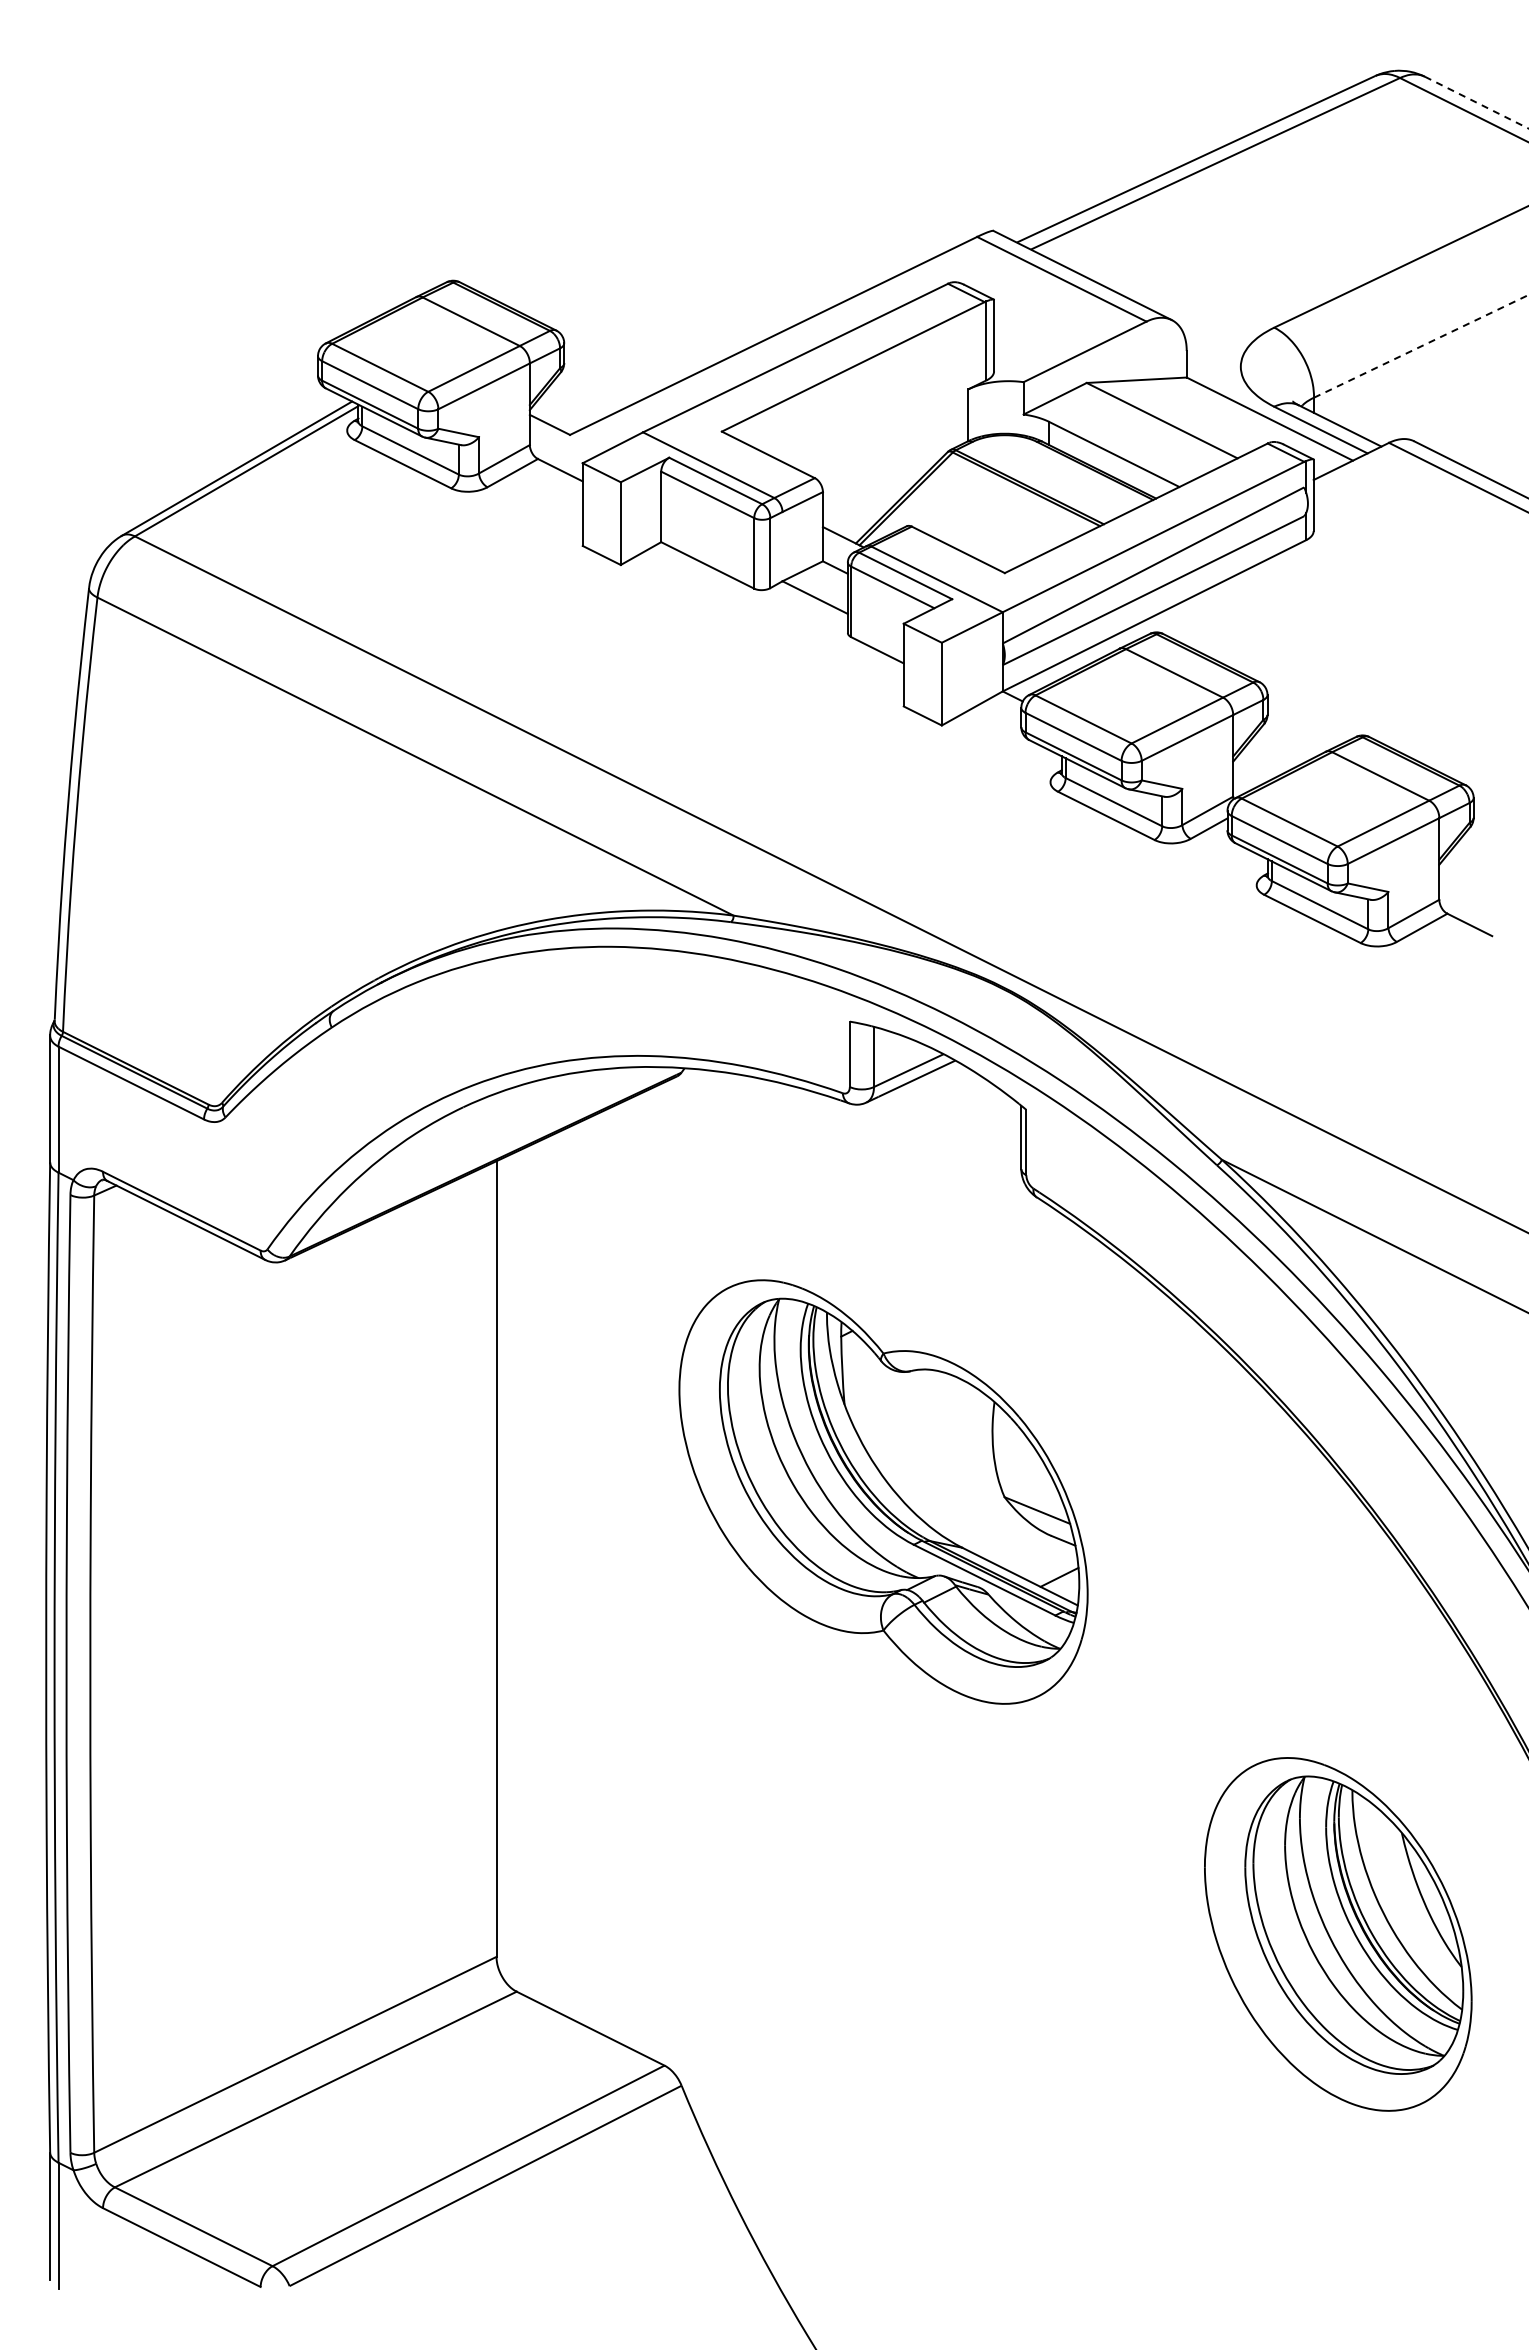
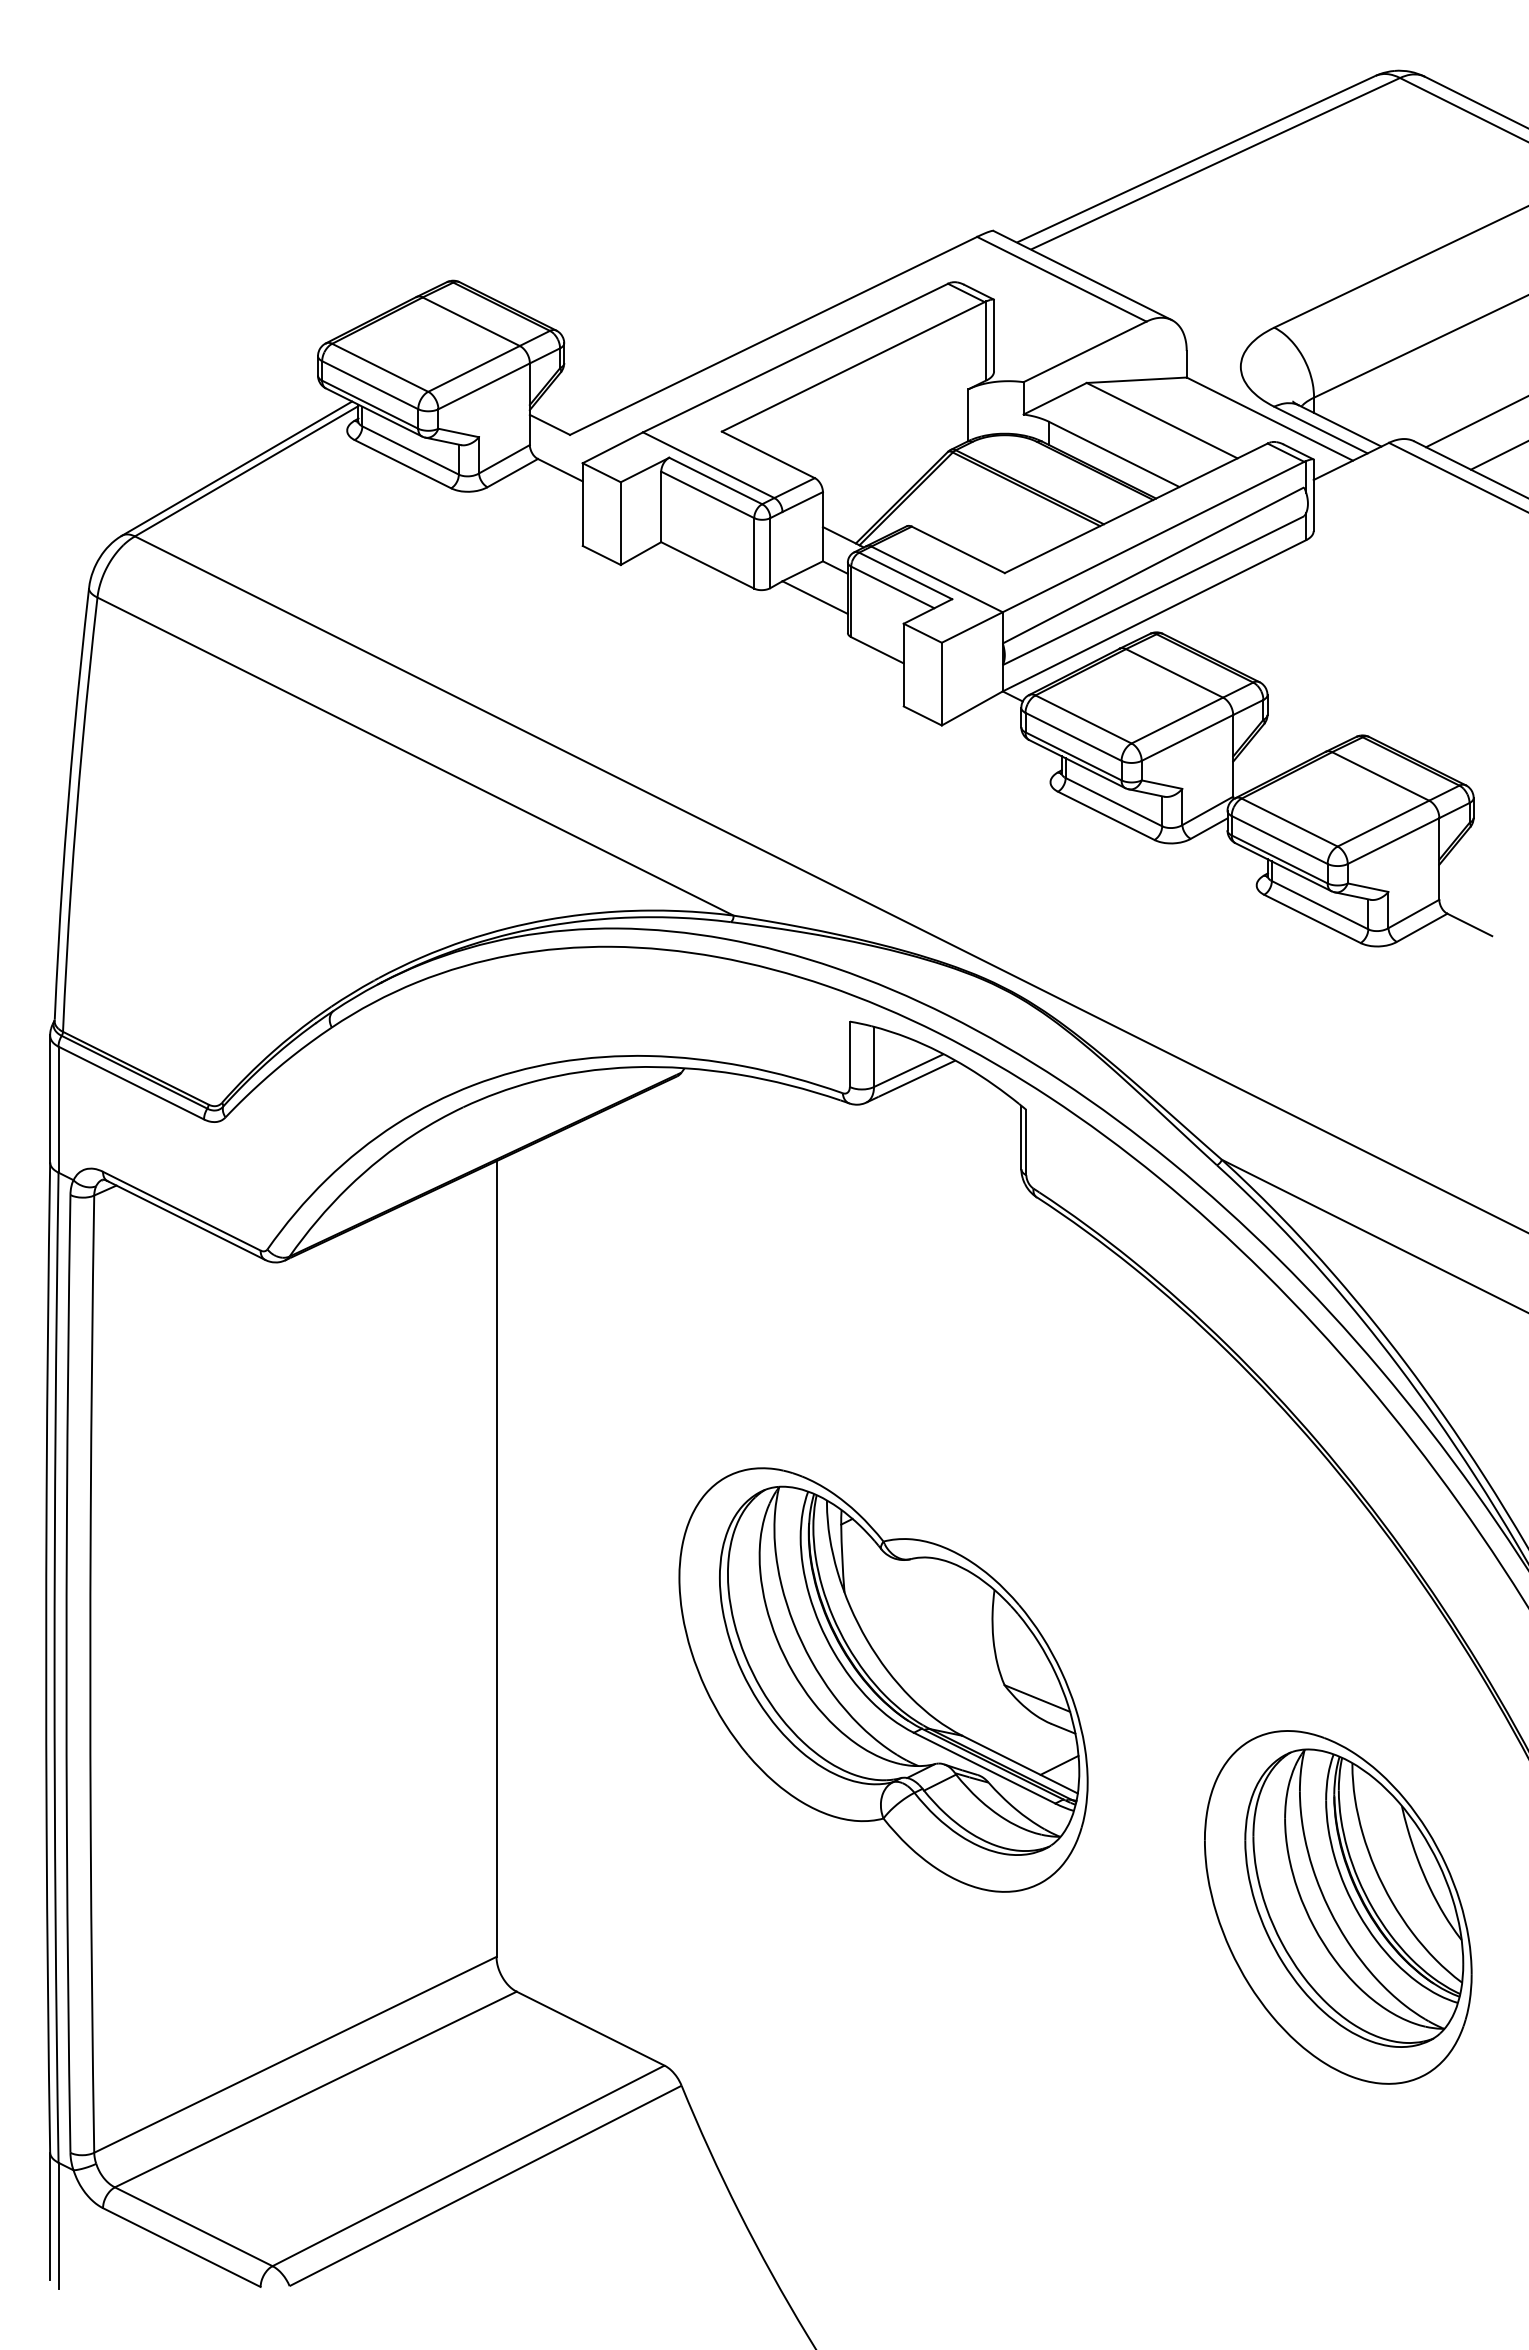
line at (1476, 102): dashed -> solid
line at (1421, 346): dashed -> solid
line at (1475, 422): none -> present
line at (1497, 455): none -> present
part at (883, 1491) position: (883, 1491) -> (883, 1679)
part at (1338, 1934) position: (1338, 1934) -> (1338, 1907)
